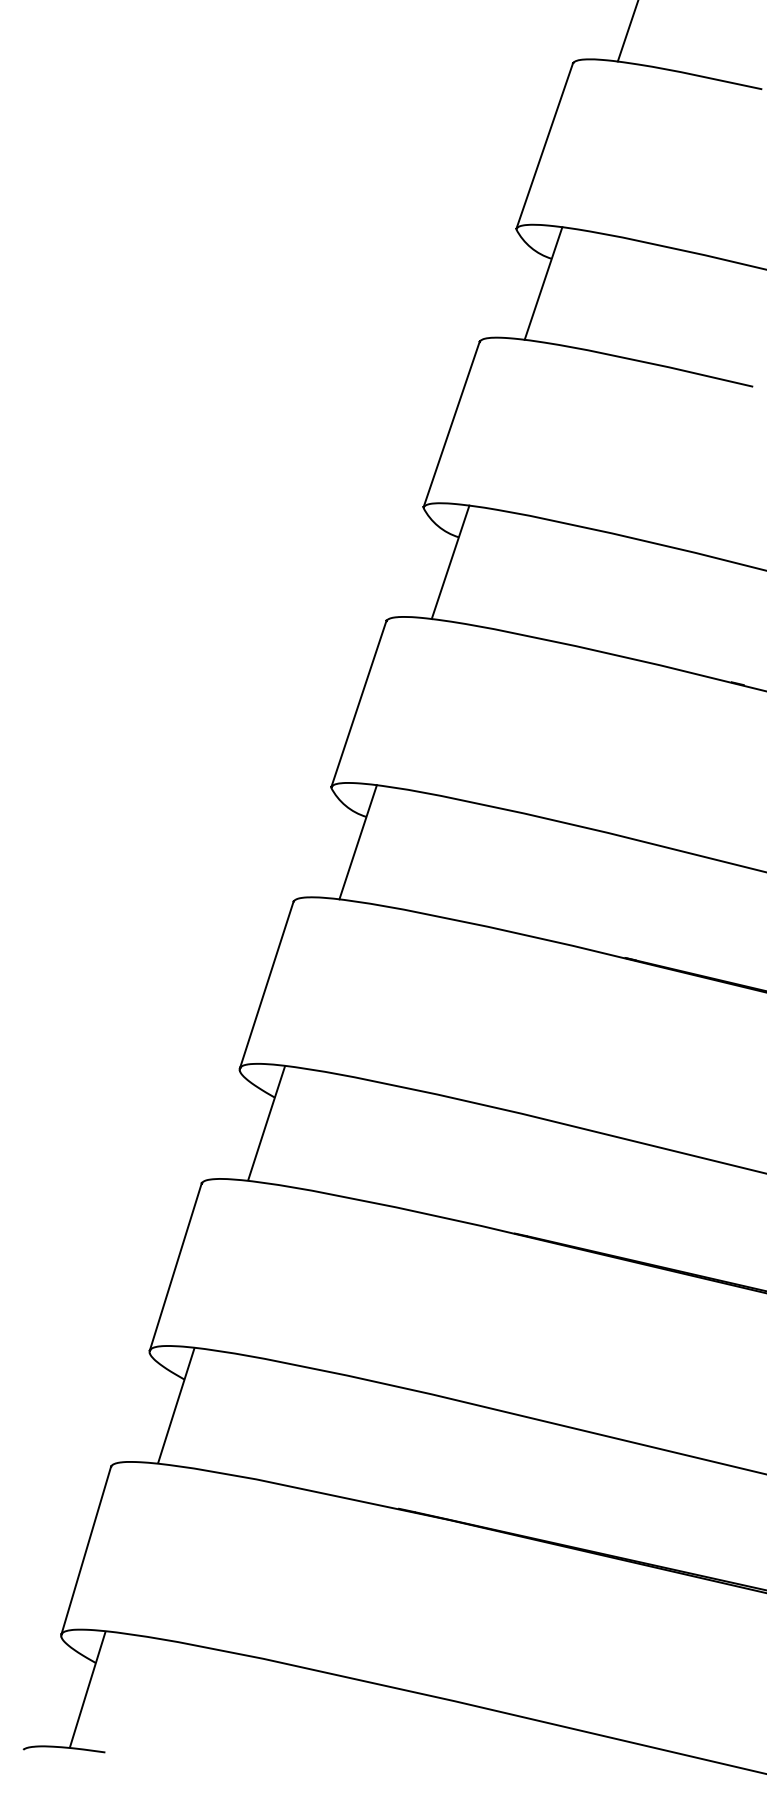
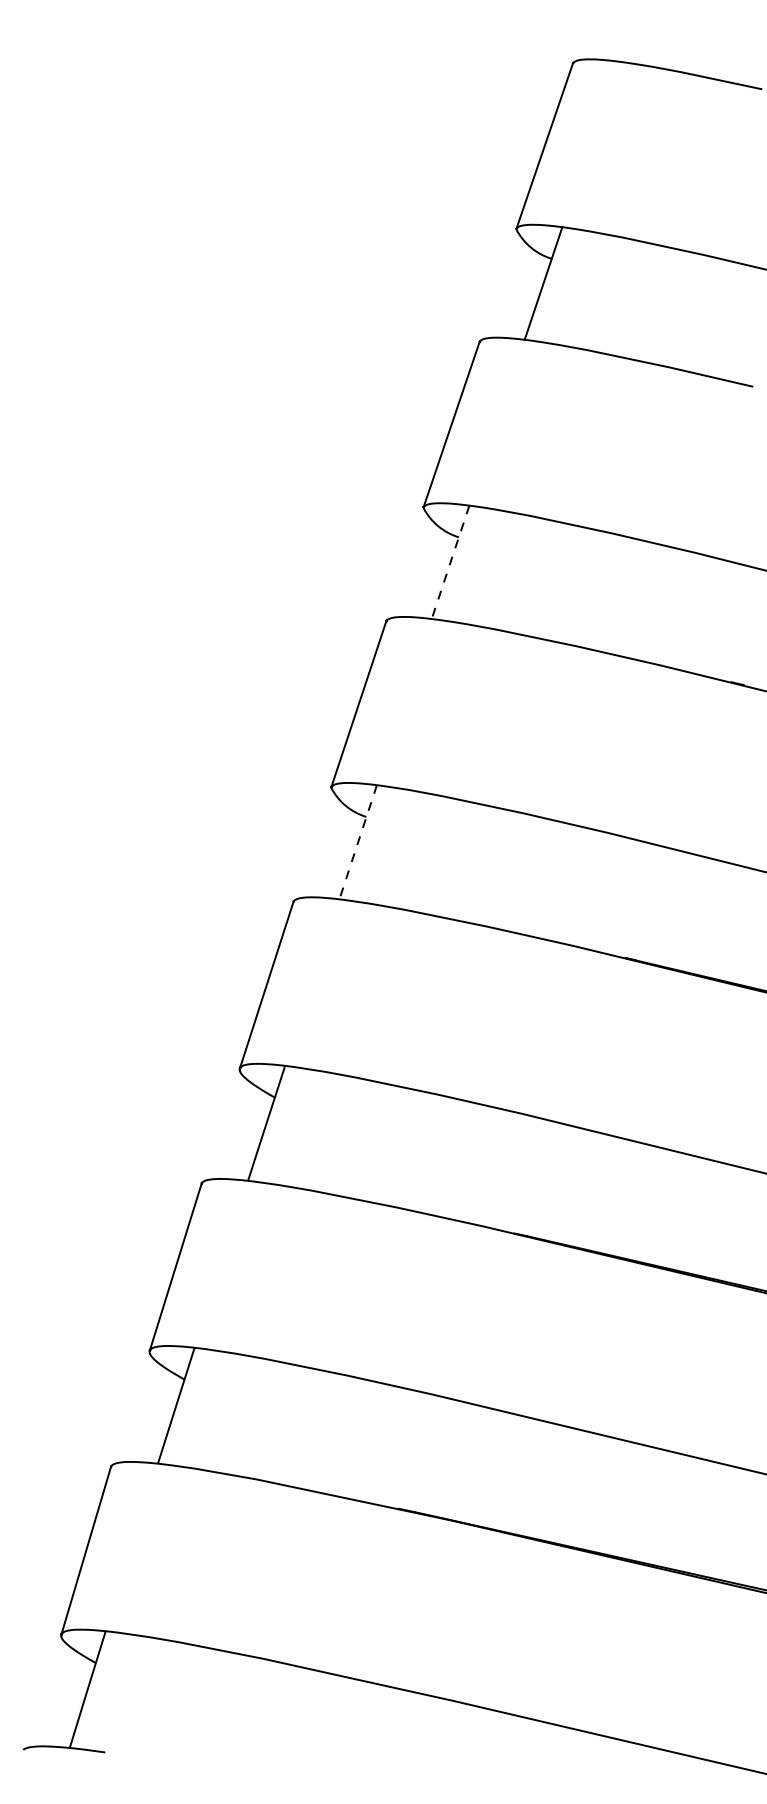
line at (627, 31): present -> none
line at (450, 562): solid -> dashed
line at (358, 842): solid -> dashed
